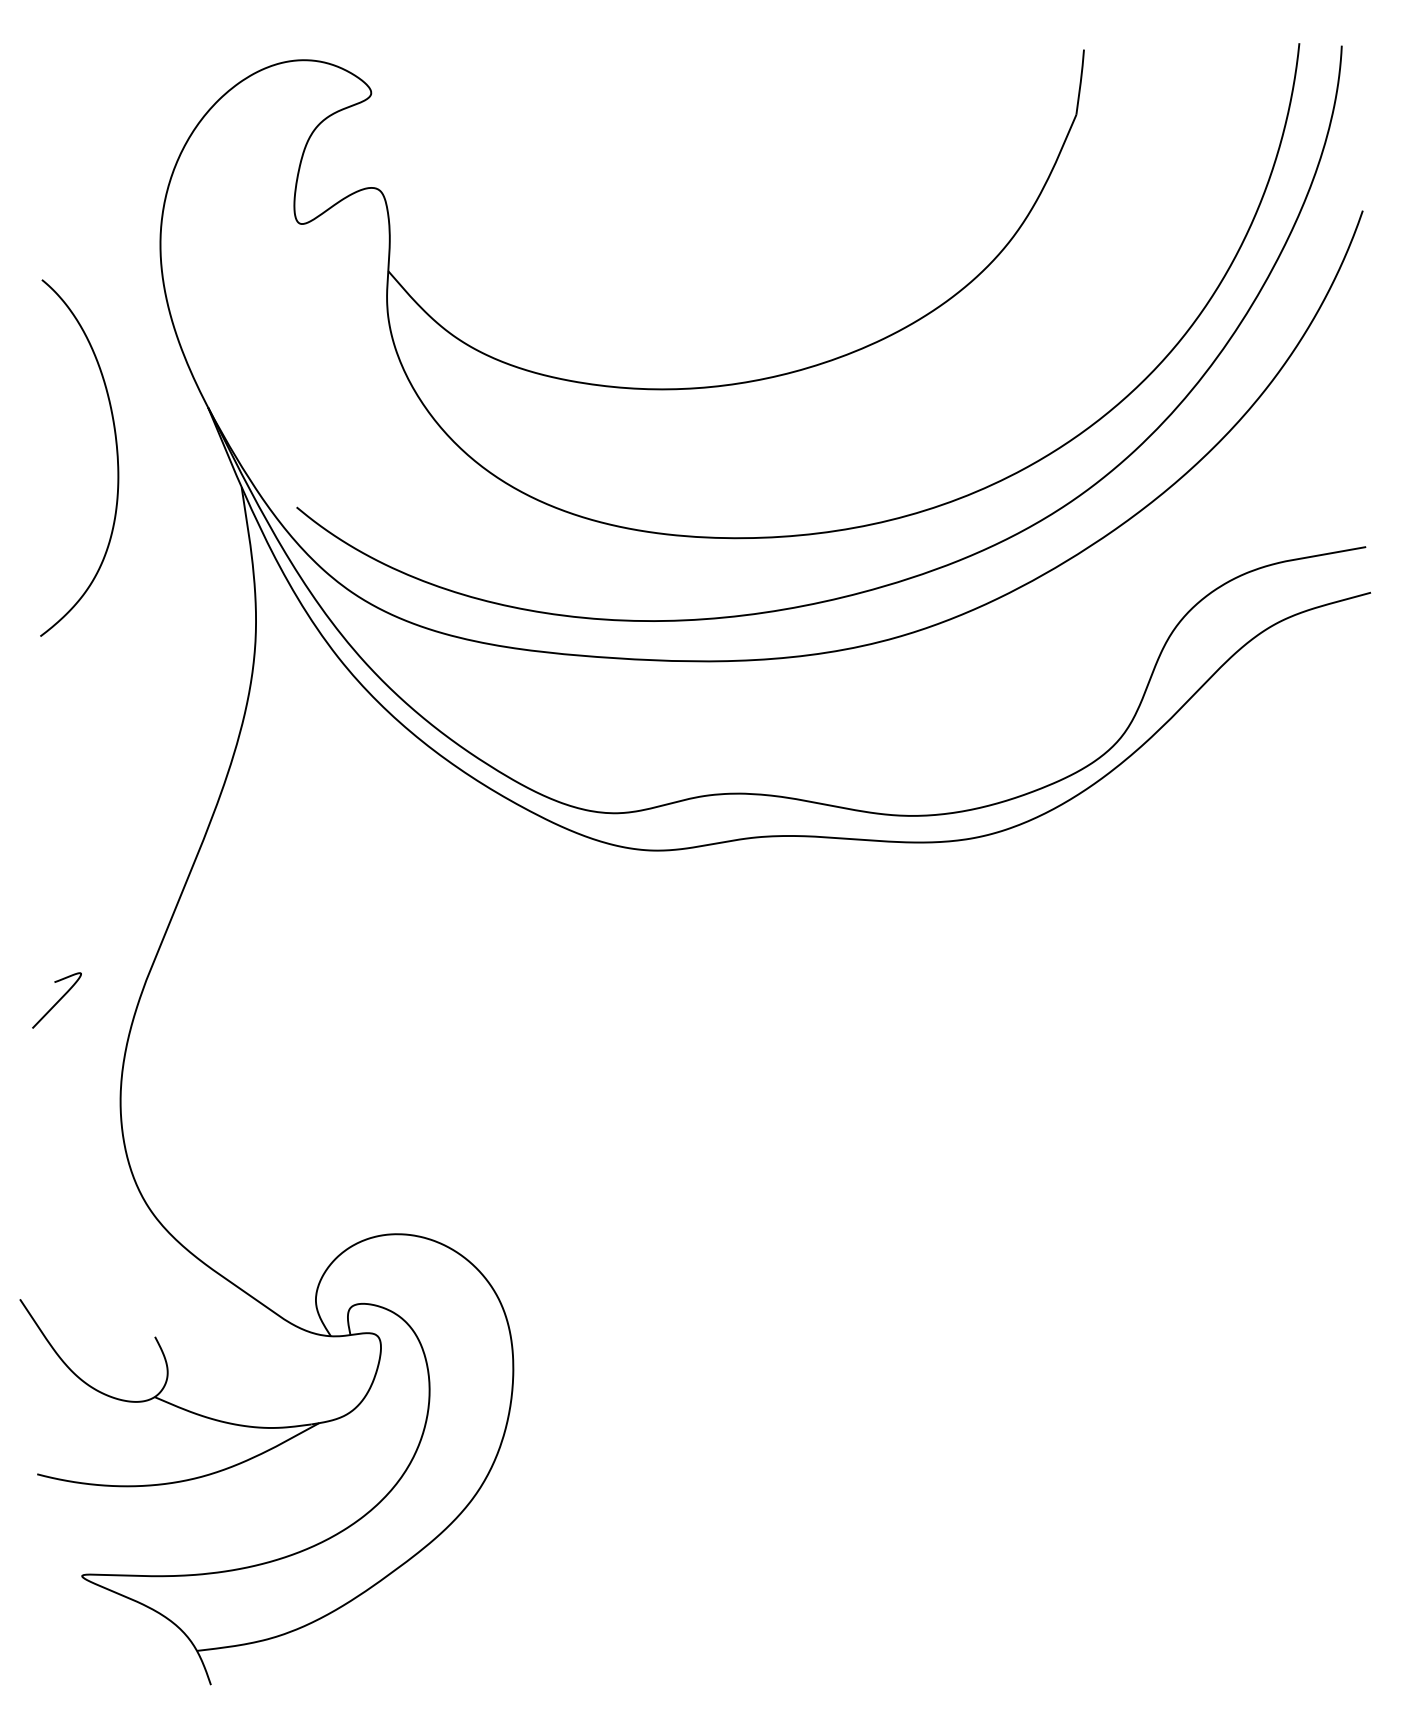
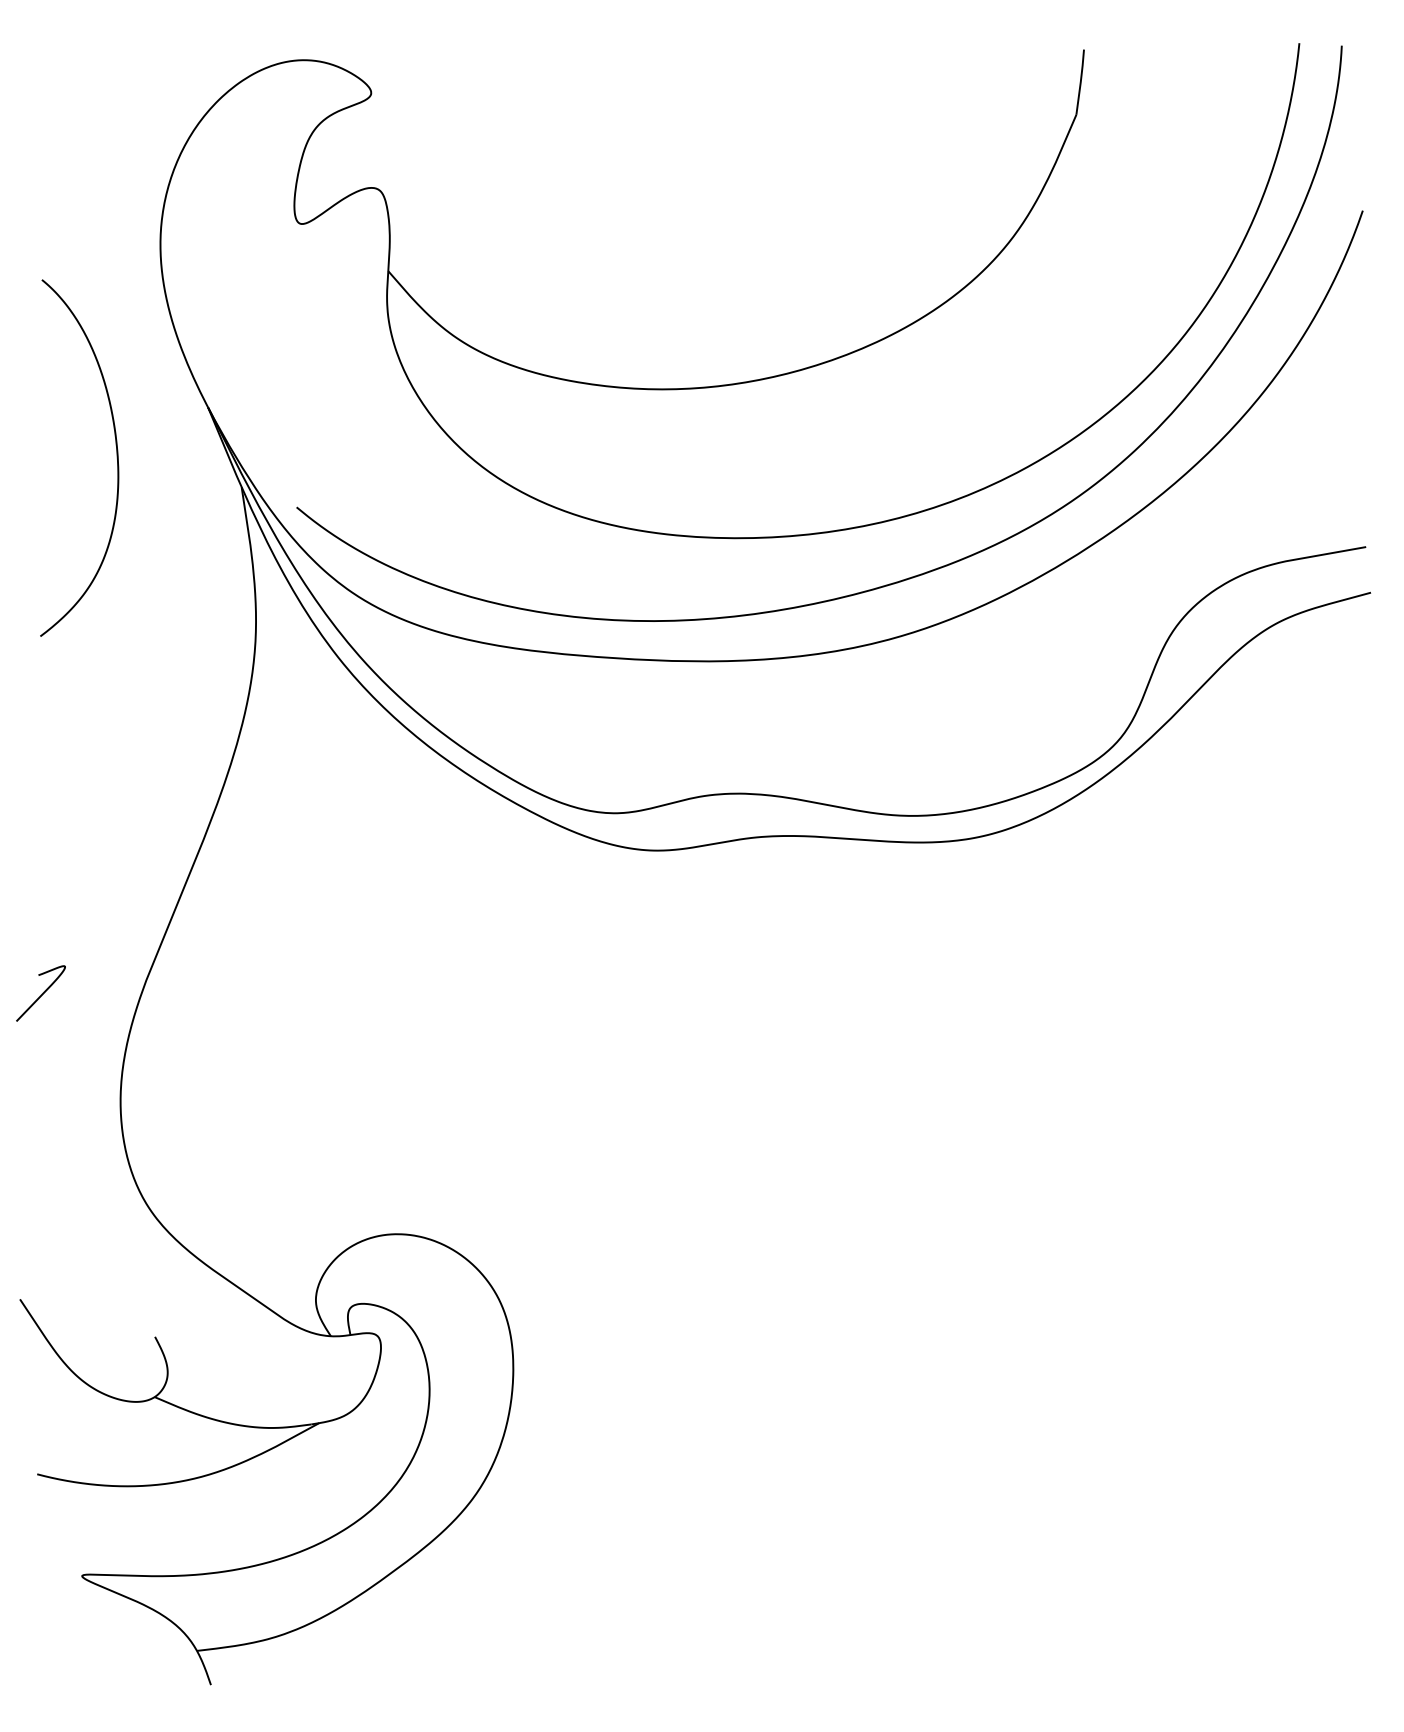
curve at (57, 1001) position: (57, 1001) -> (41, 994)
